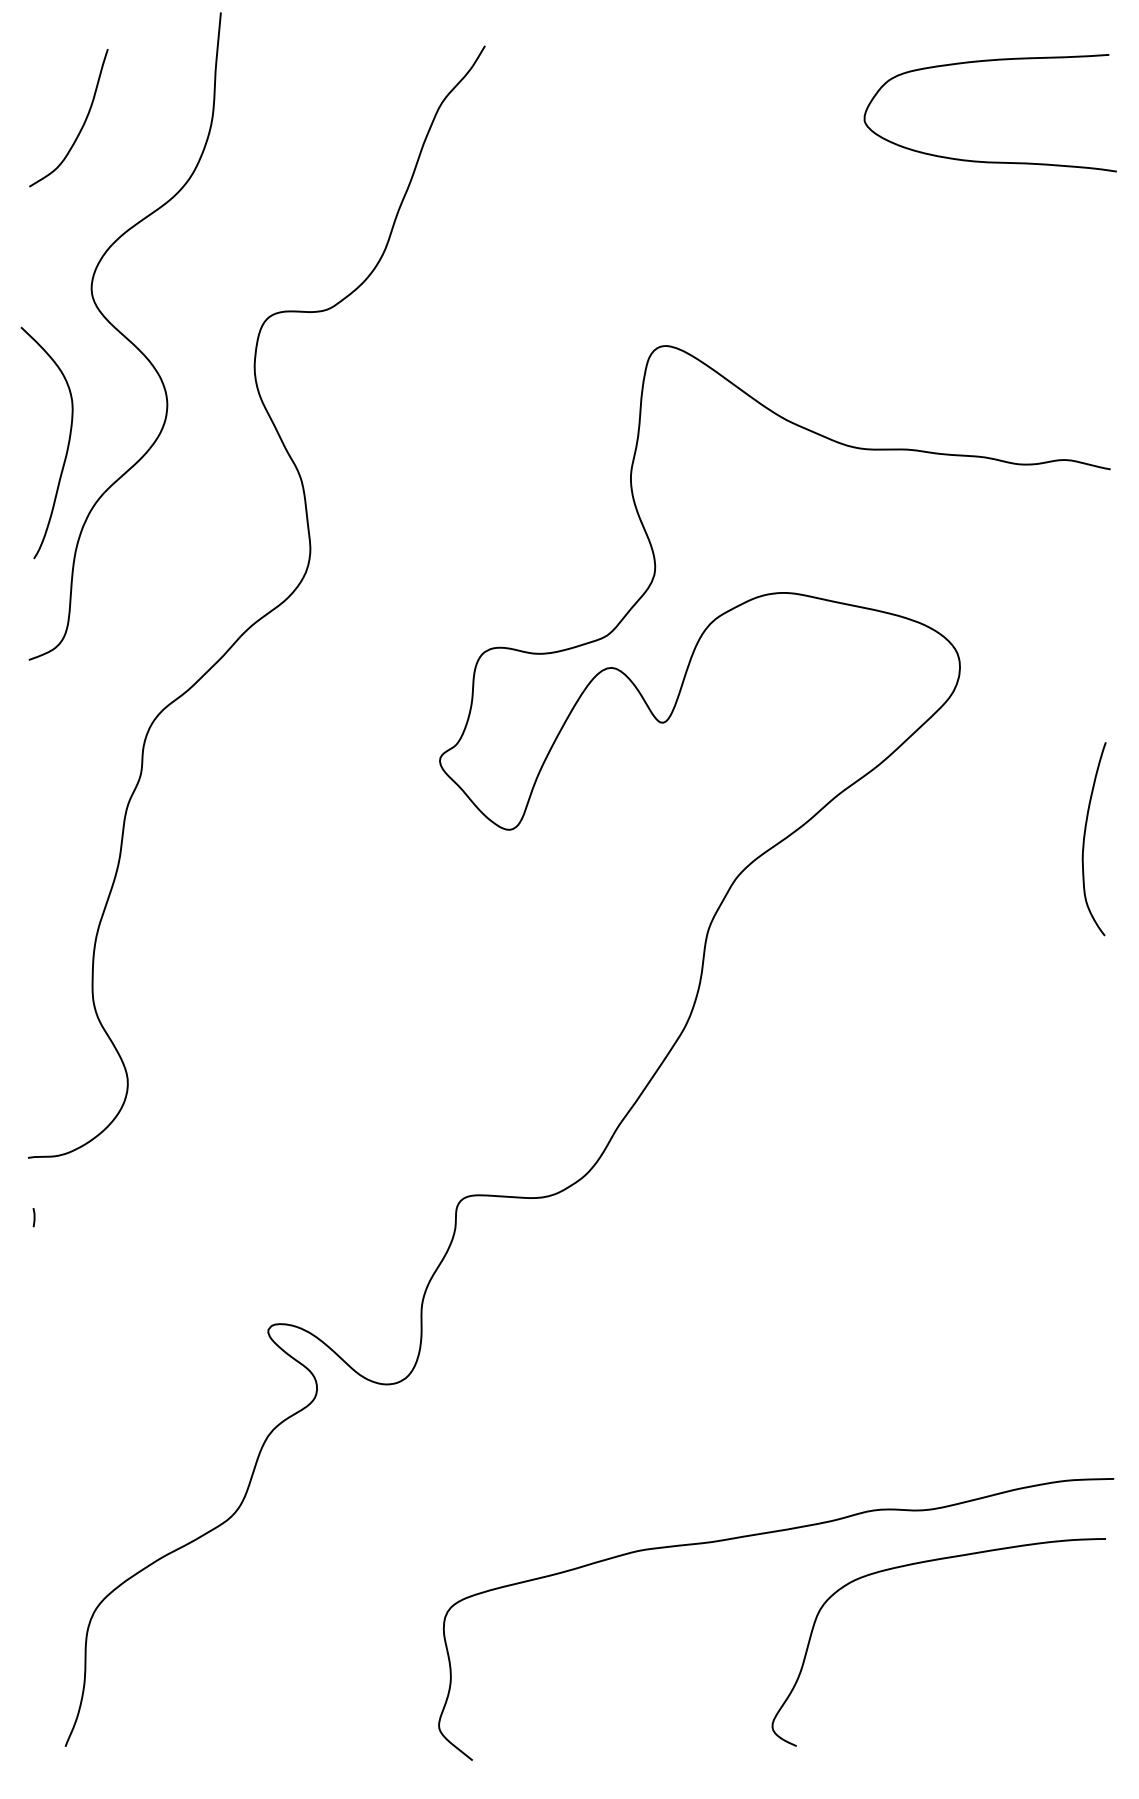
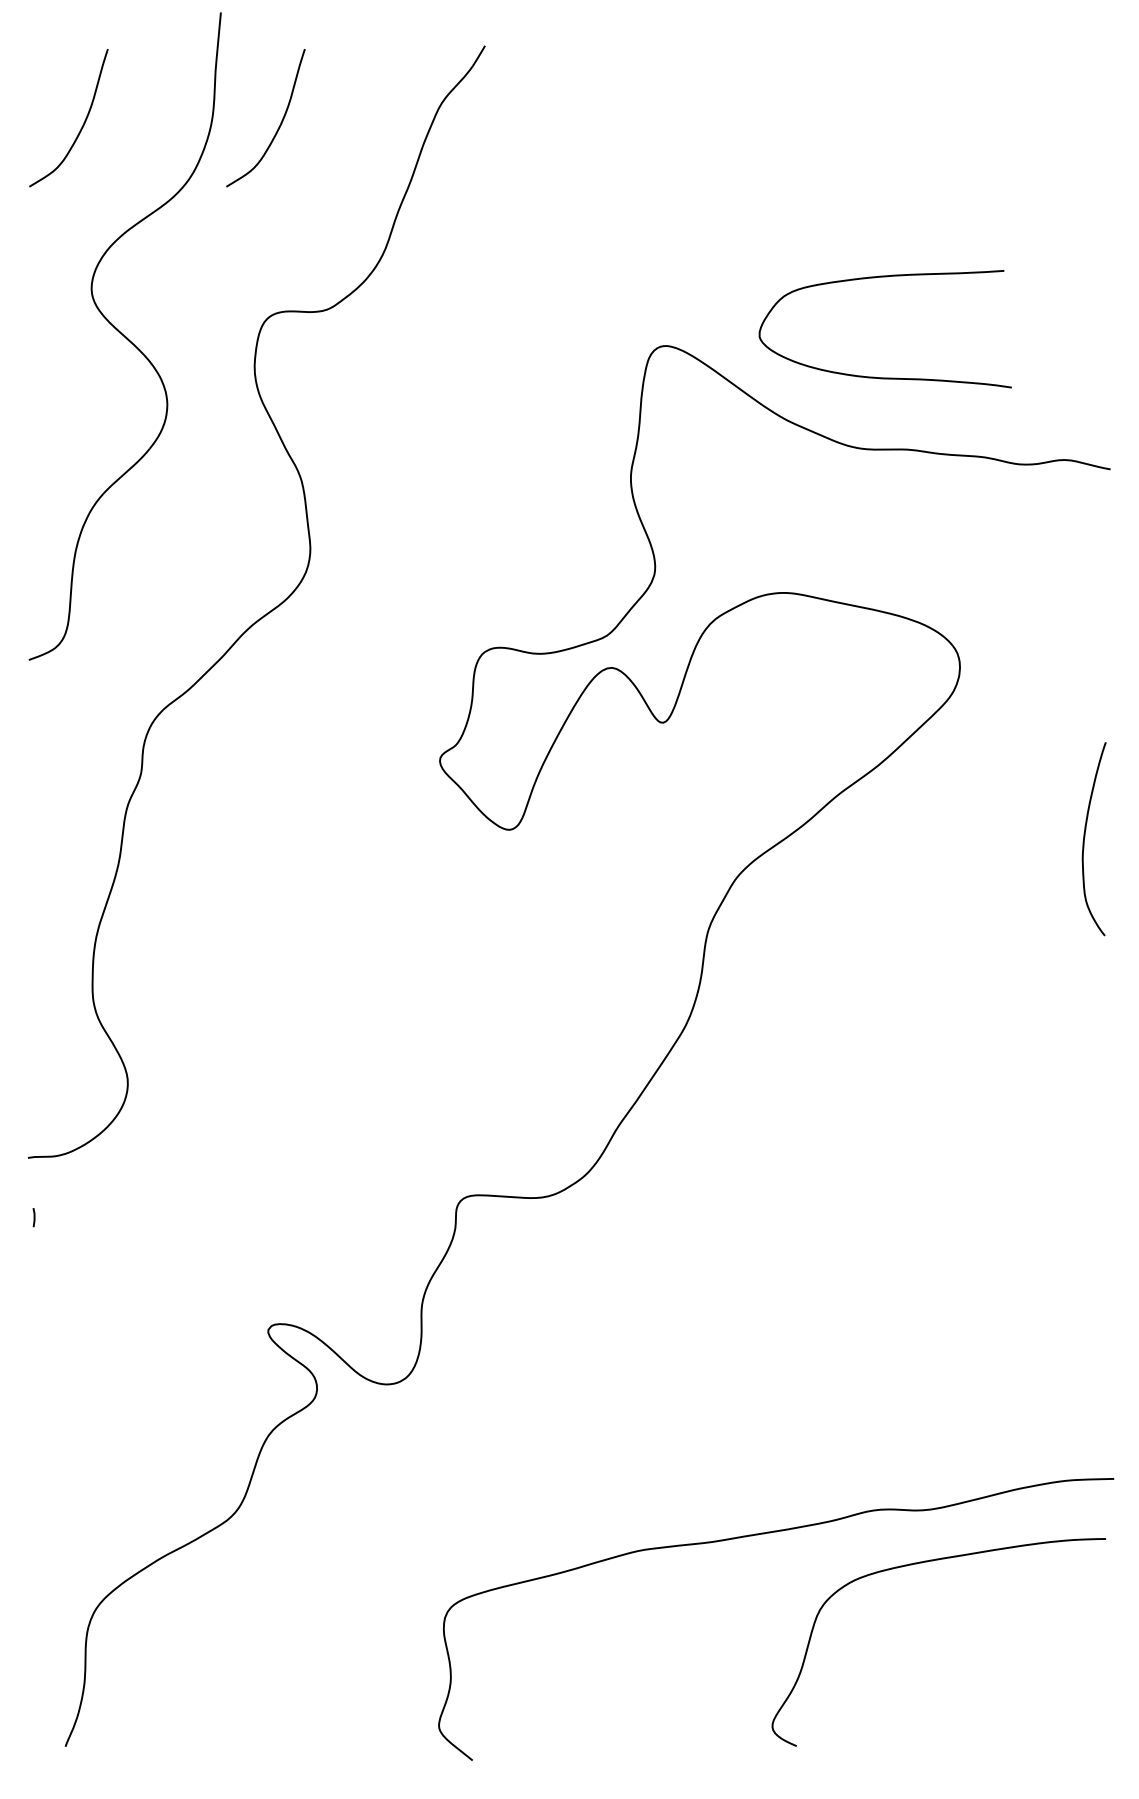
curve at (279, 124): none -> present
curve at (989, 161) position: (989, 161) -> (884, 377)
curve at (67, 444): present -> none
